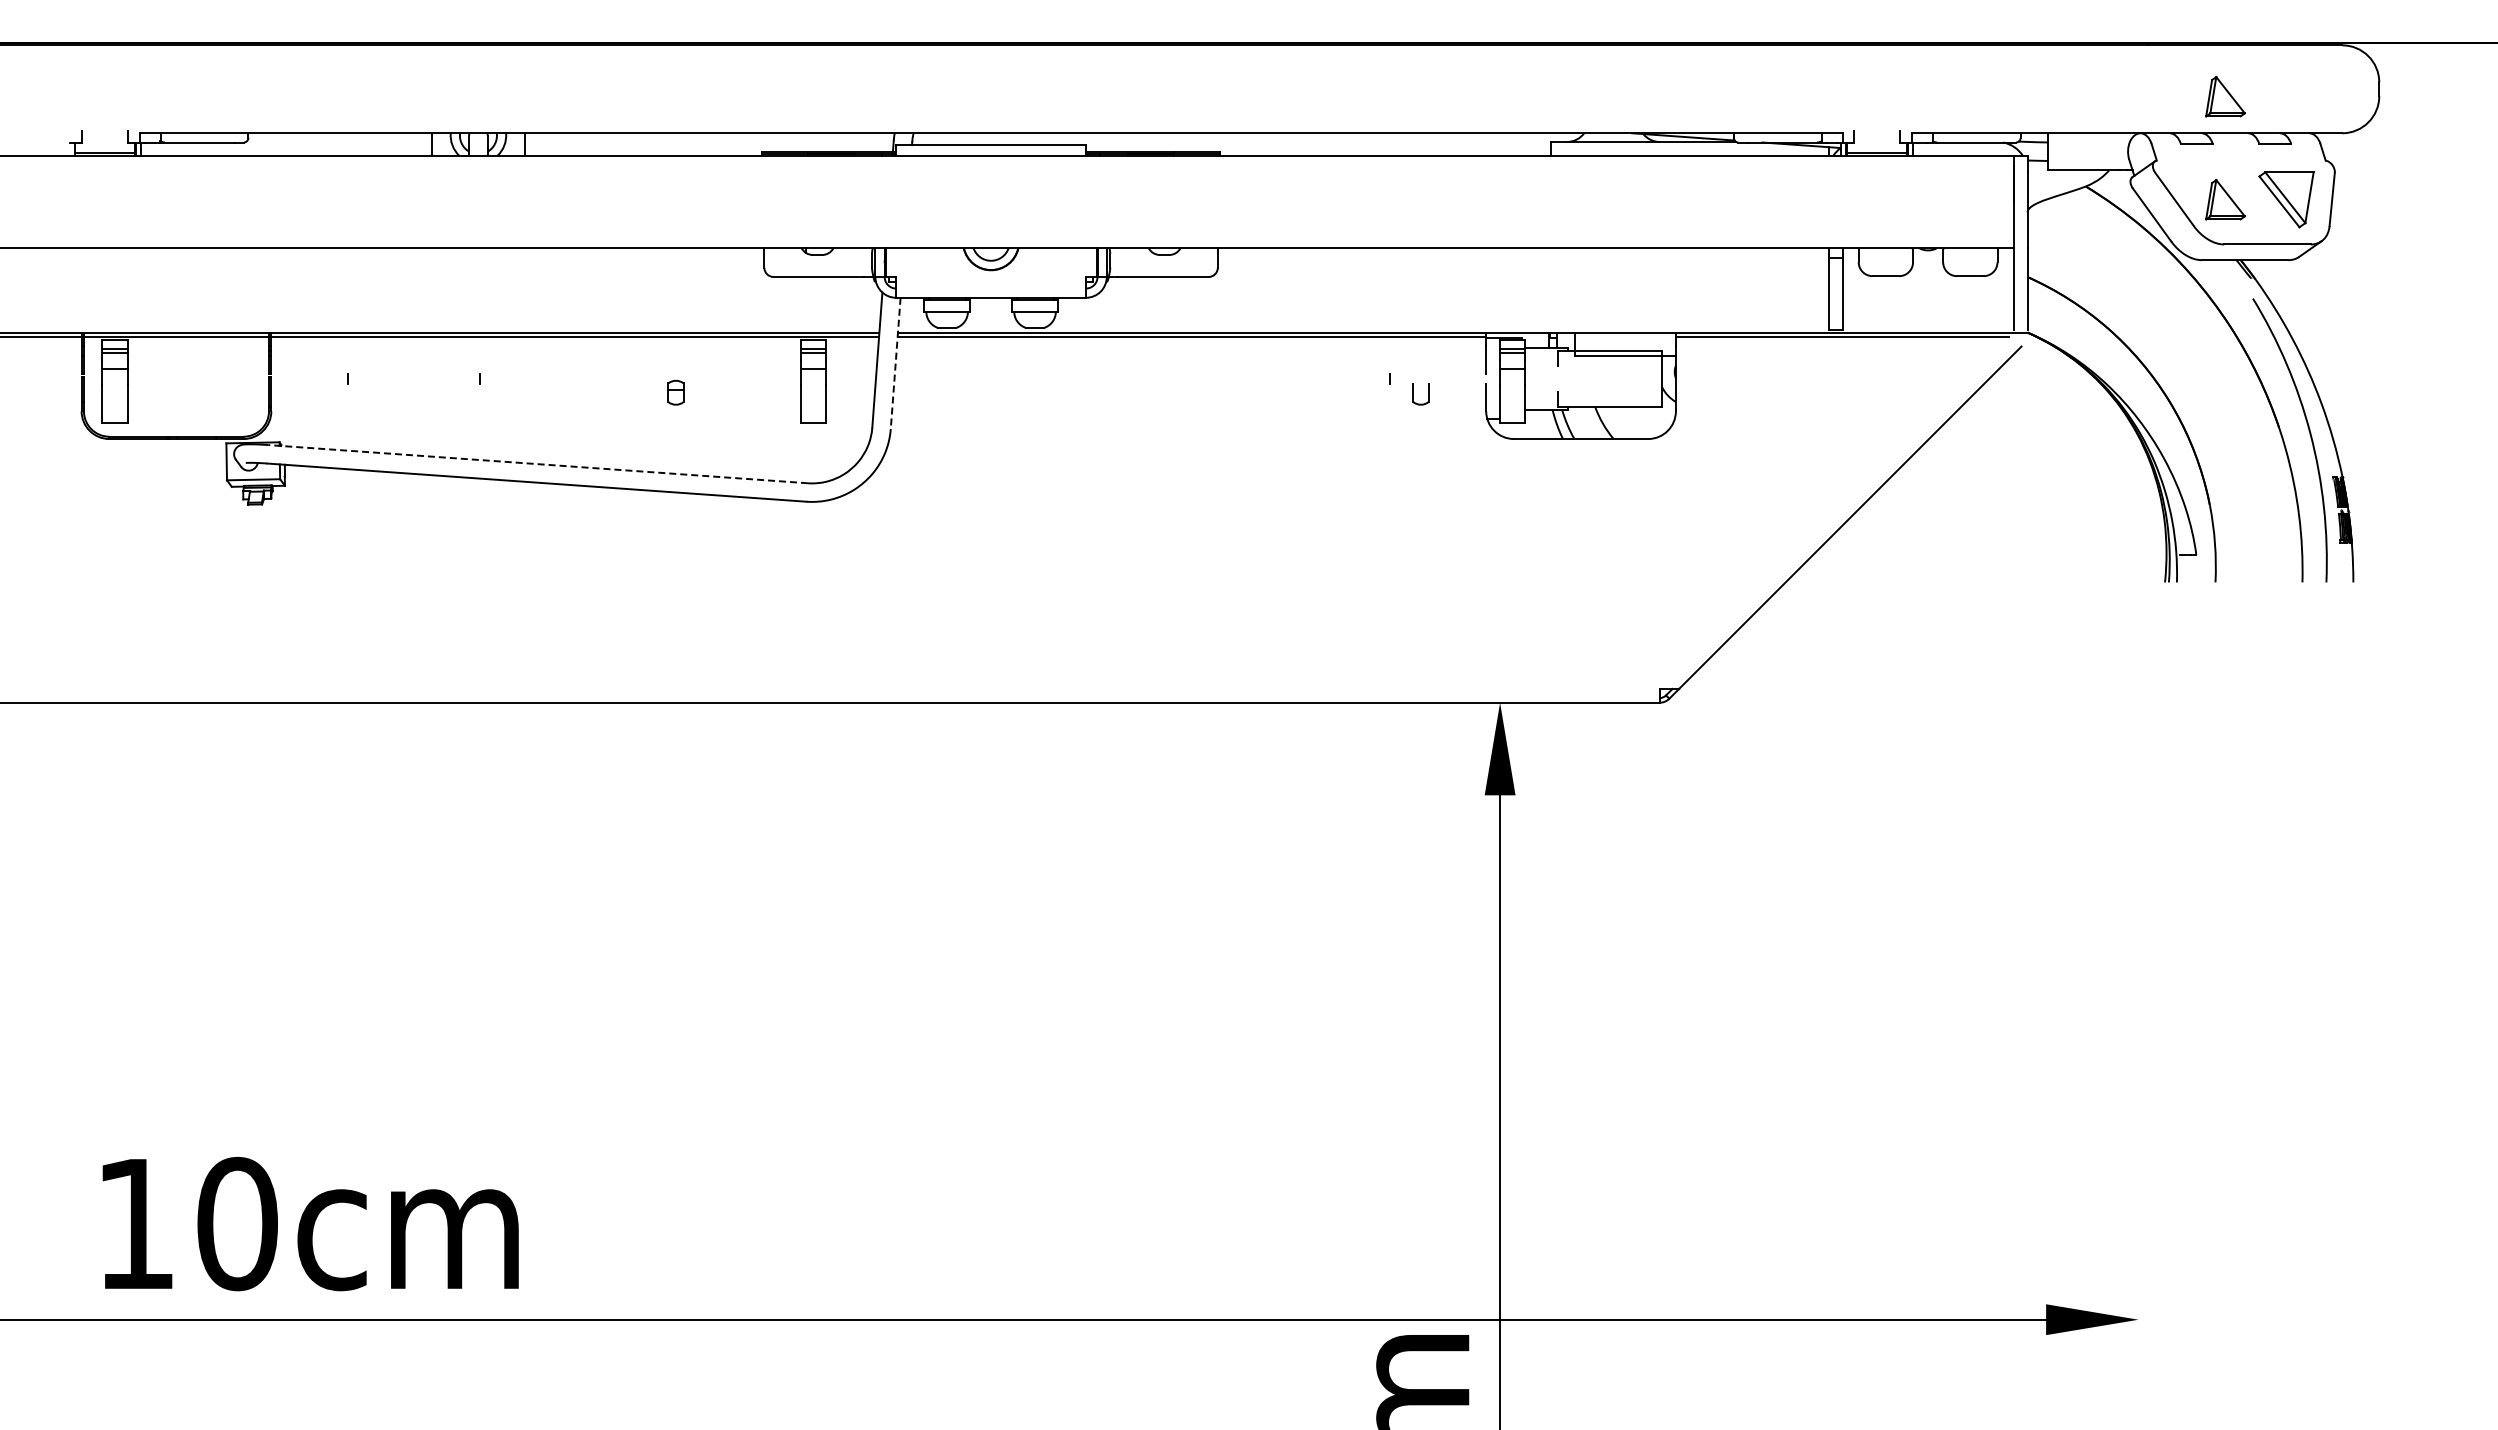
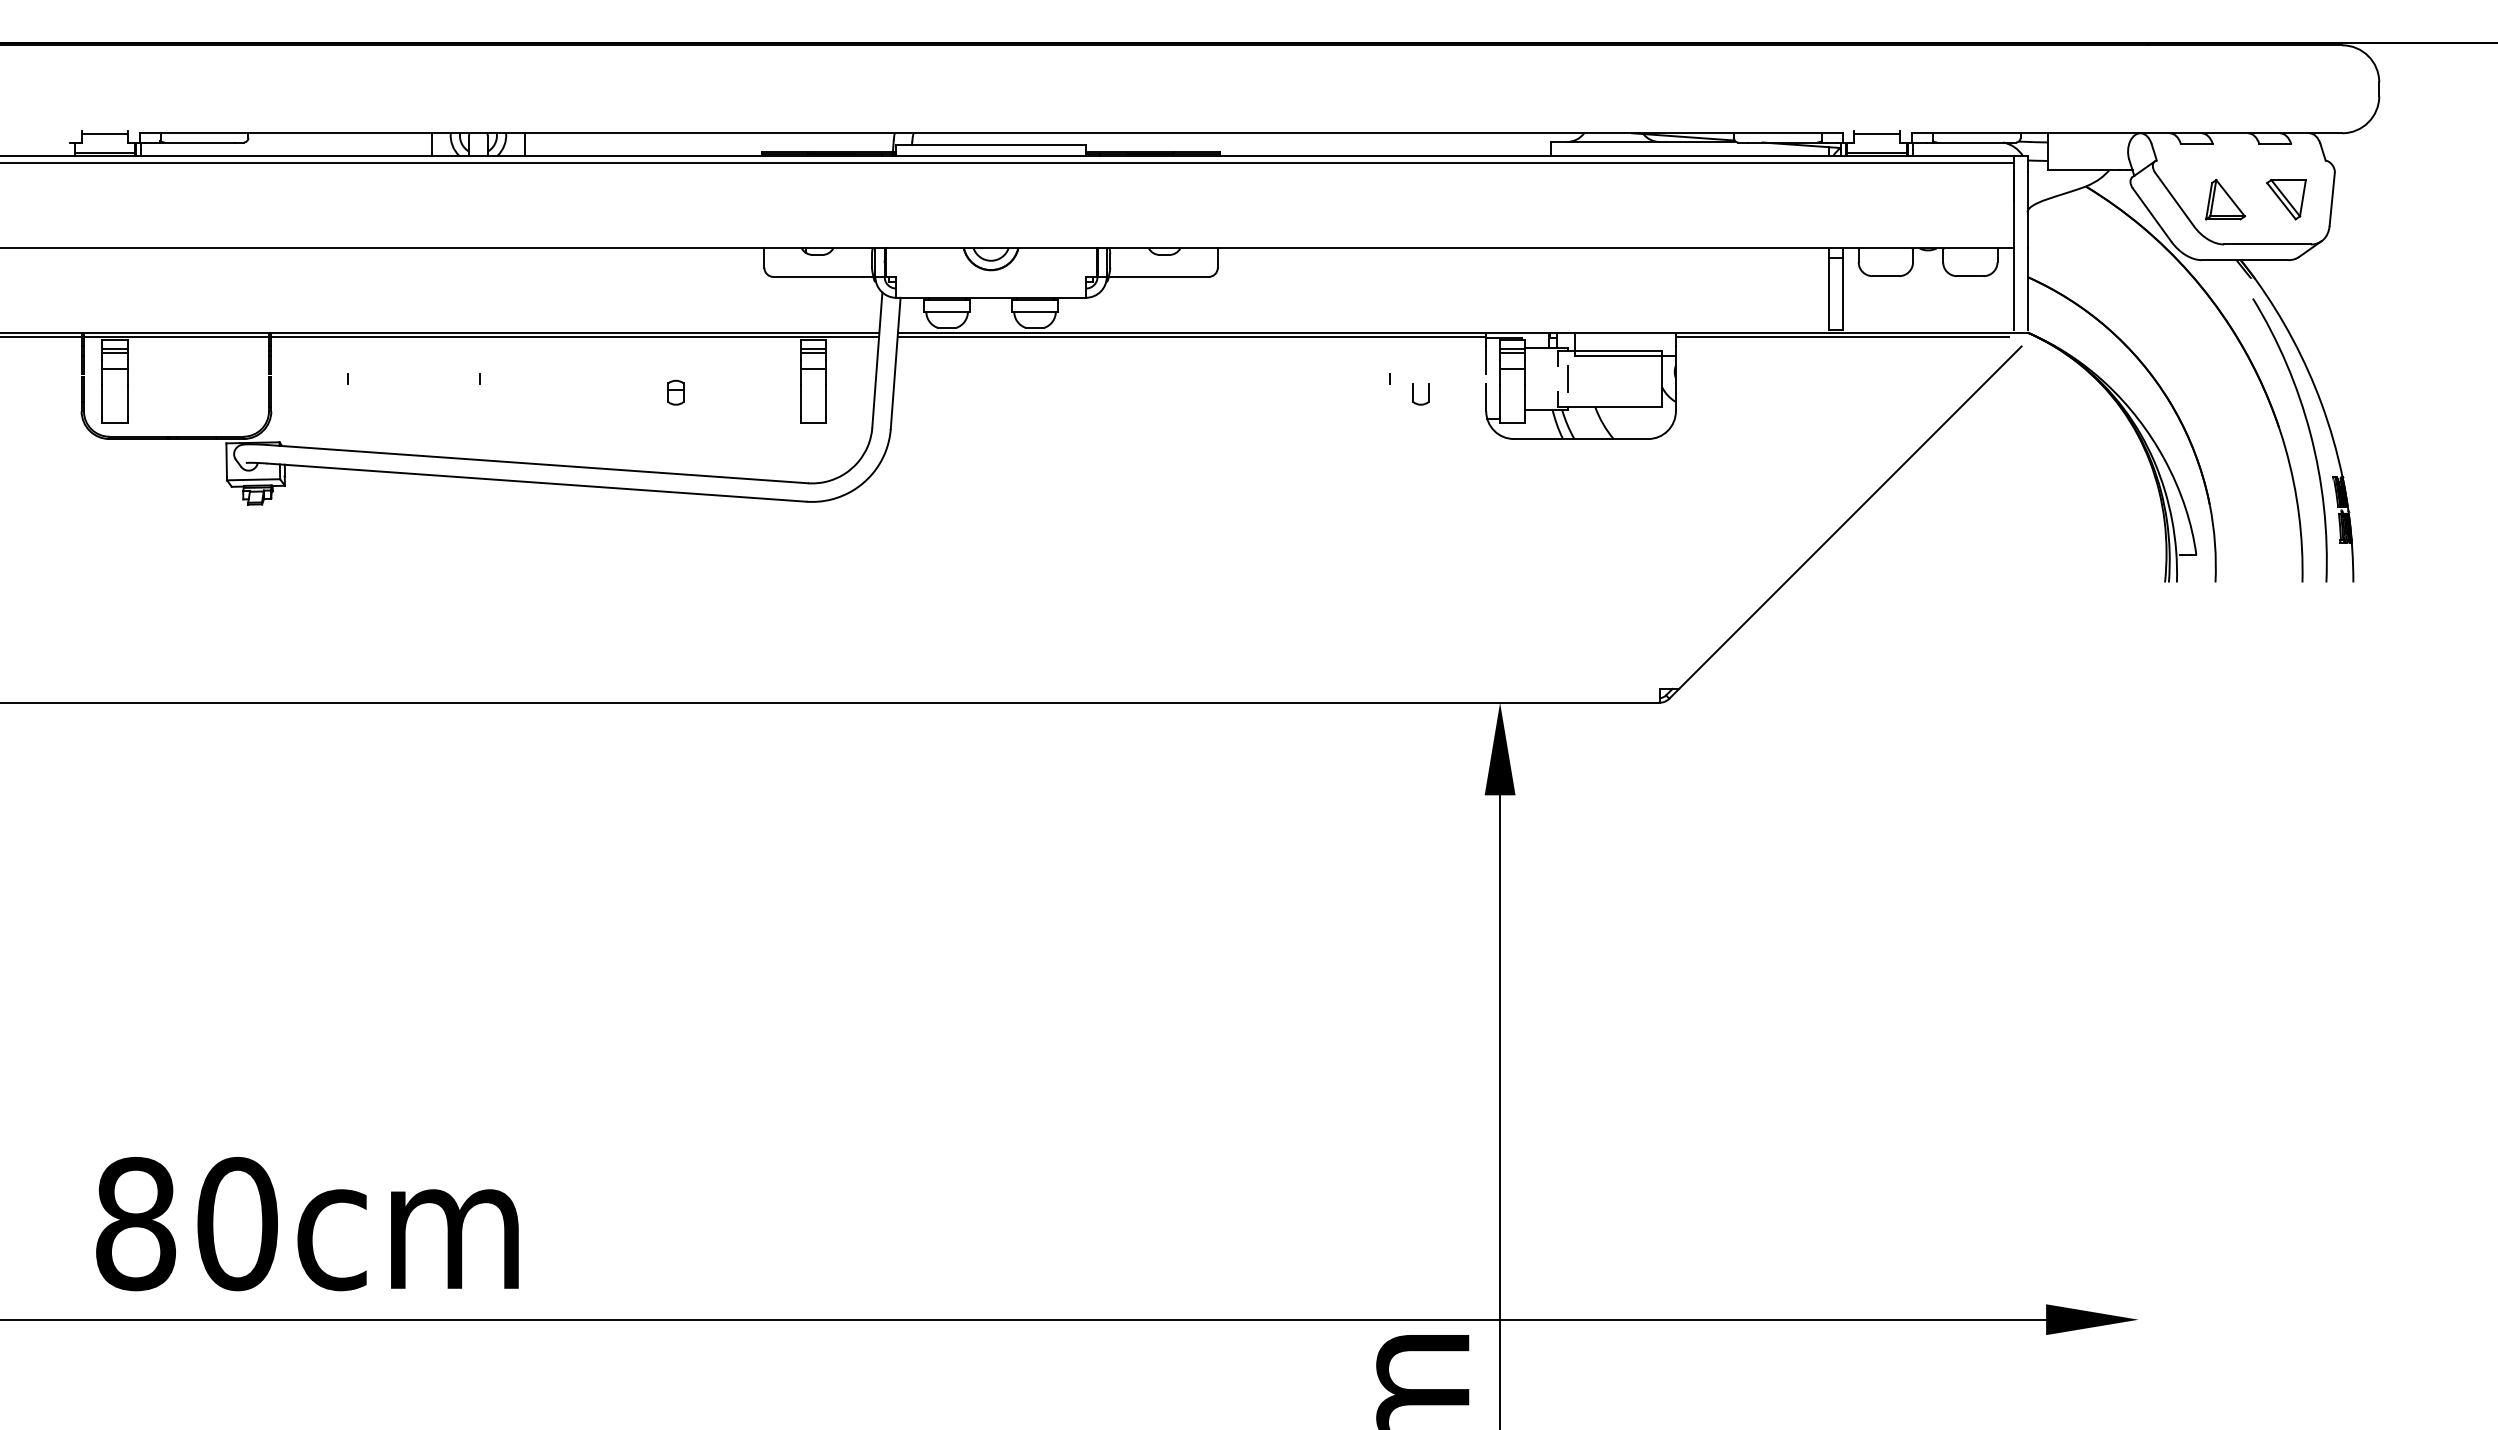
part at (2225, 96): present -> none
line at (104, 134): none -> present
line at (1877, 134): none -> present
line at (1007, 162): none -> present
part at (2286, 199) size: 57x58 px -> 41x43 px
line at (895, 363): dashed -> solid
line at (1568, 378): none -> present
line at (537, 464): dashed -> solid
text at (135, 1223): 10cm -> 80cm
